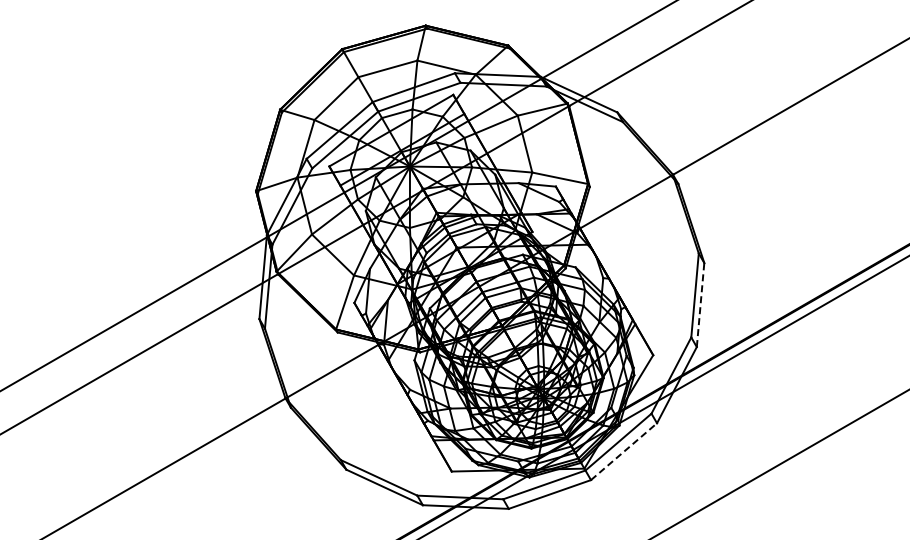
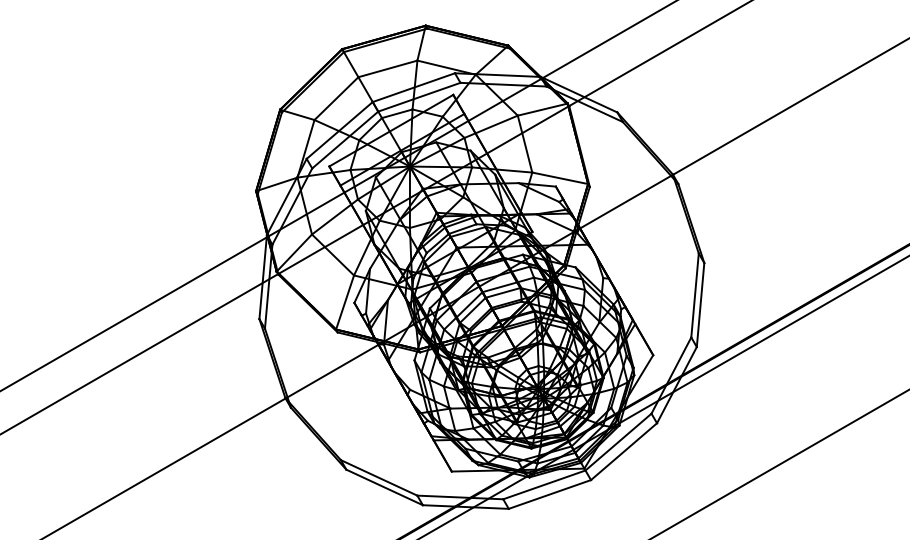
line at (700, 304): dashed -> solid
line at (624, 451): dashed -> solid
